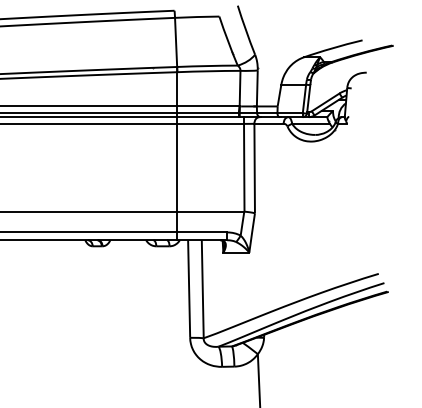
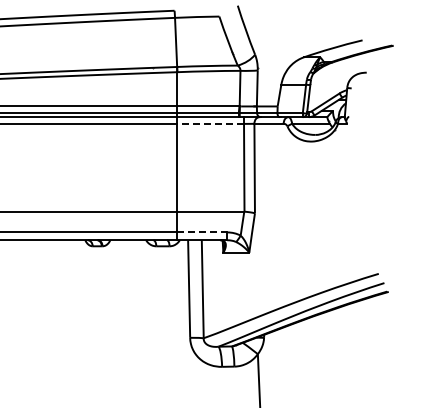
line at (210, 123): solid -> dashed
line at (202, 232): solid -> dashed
